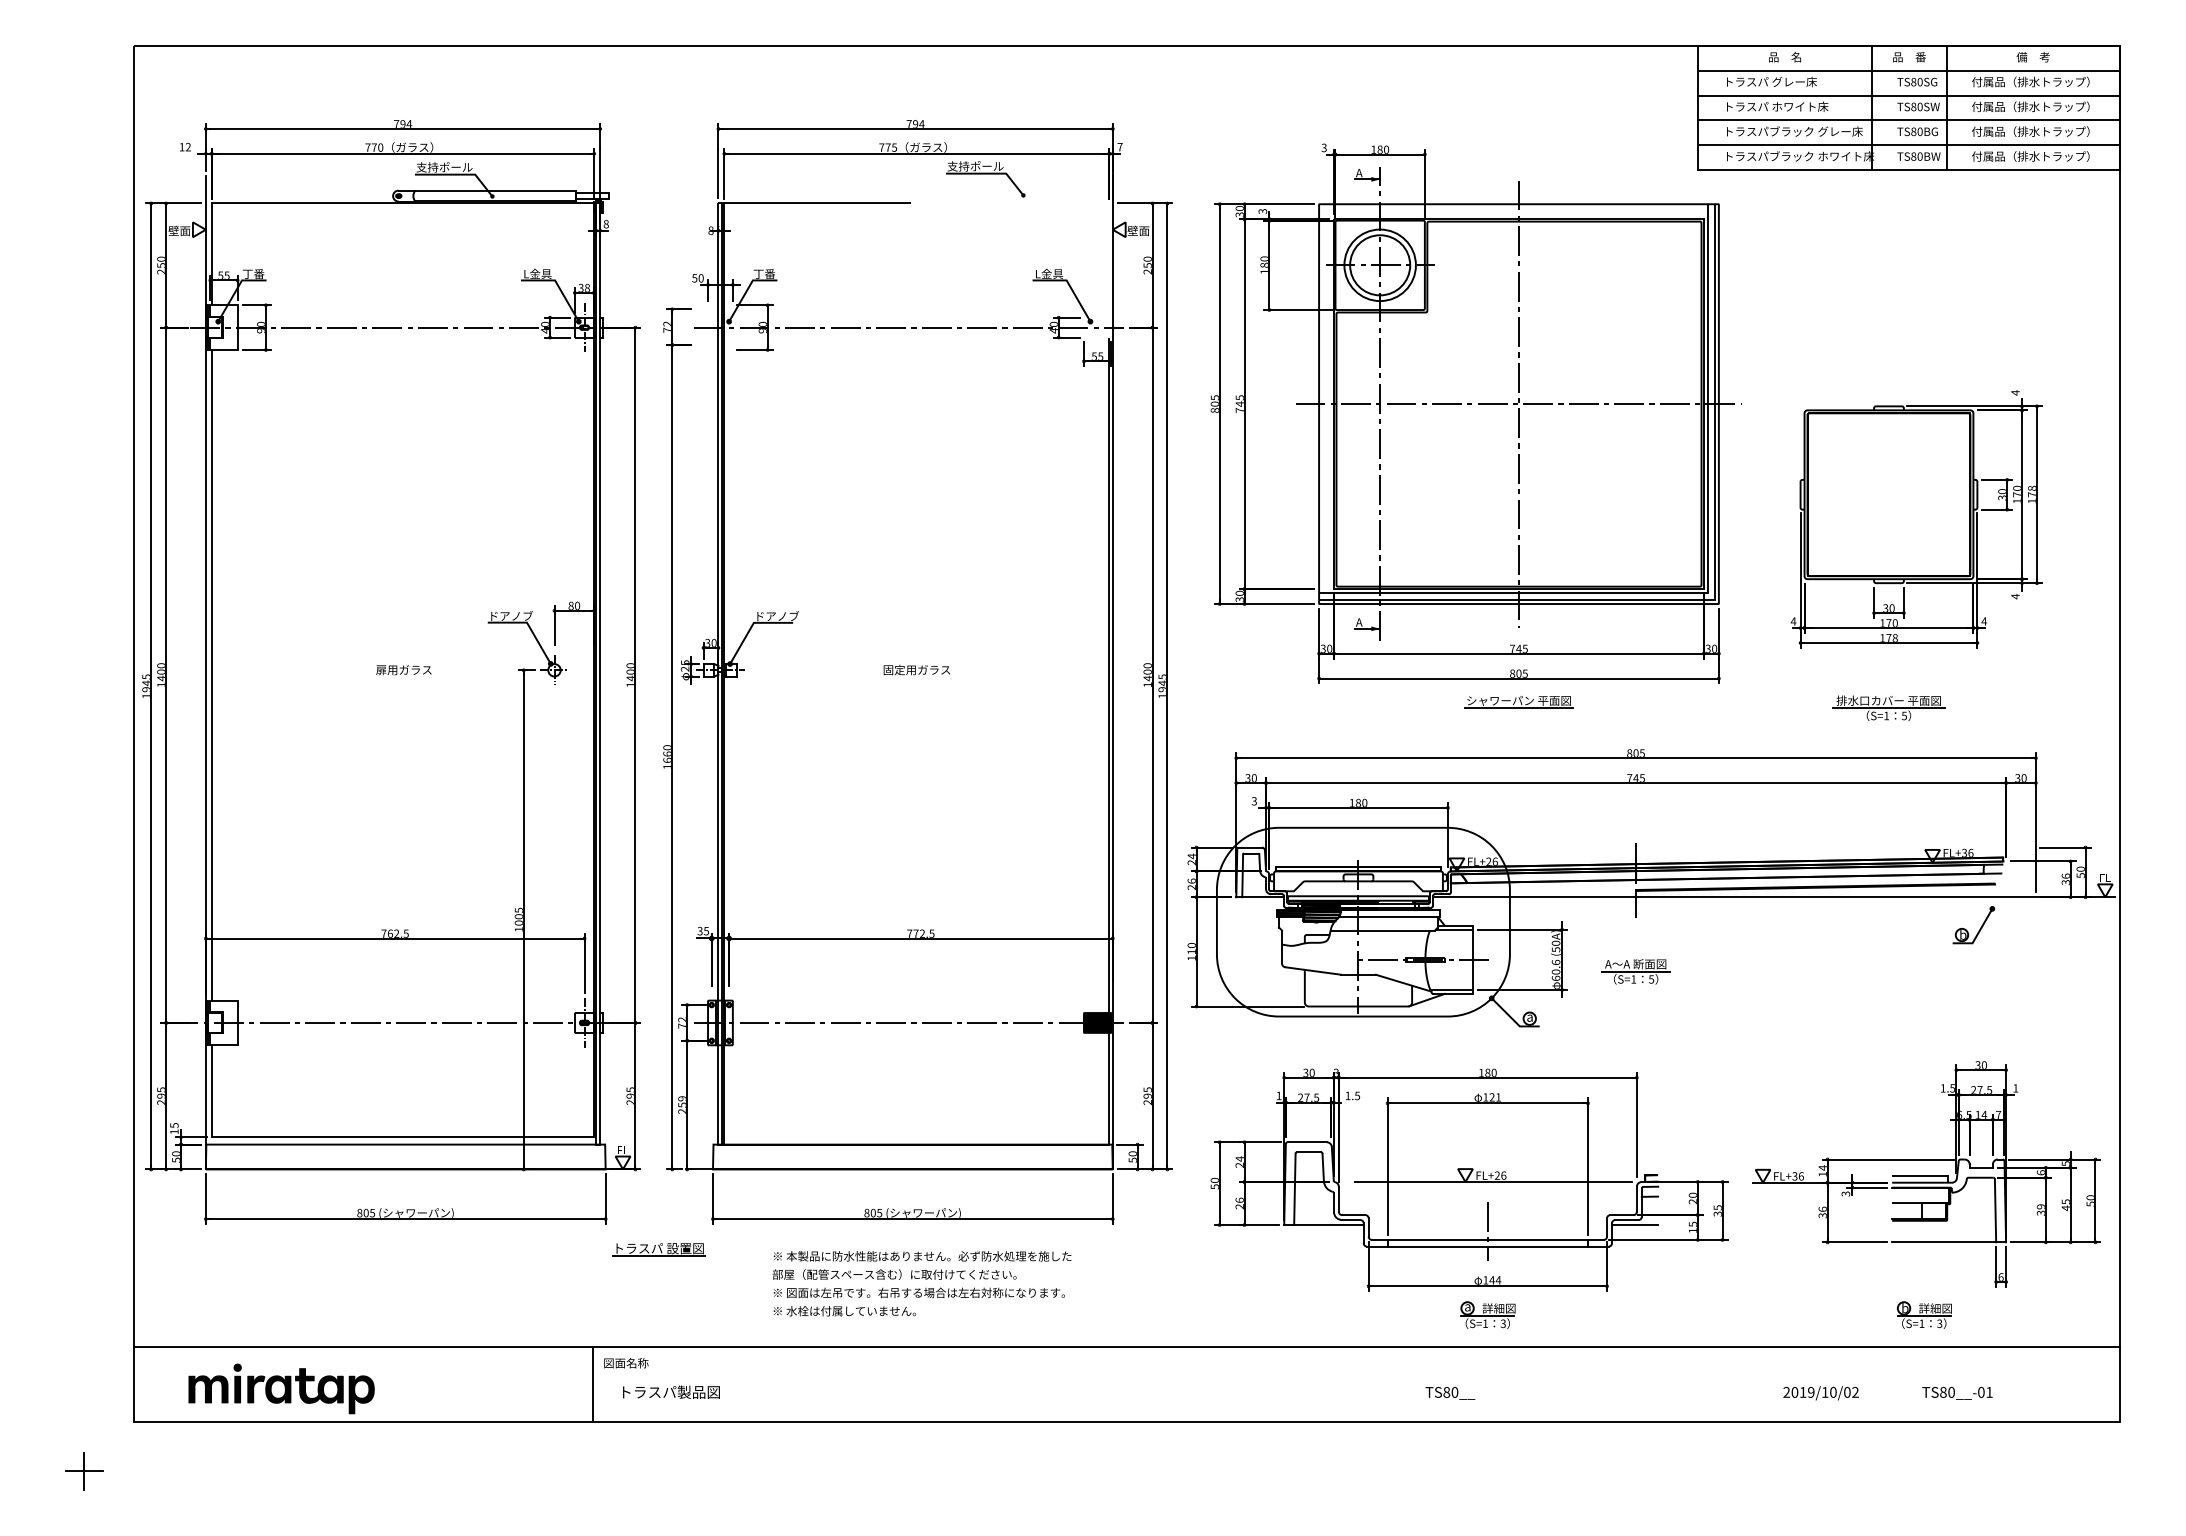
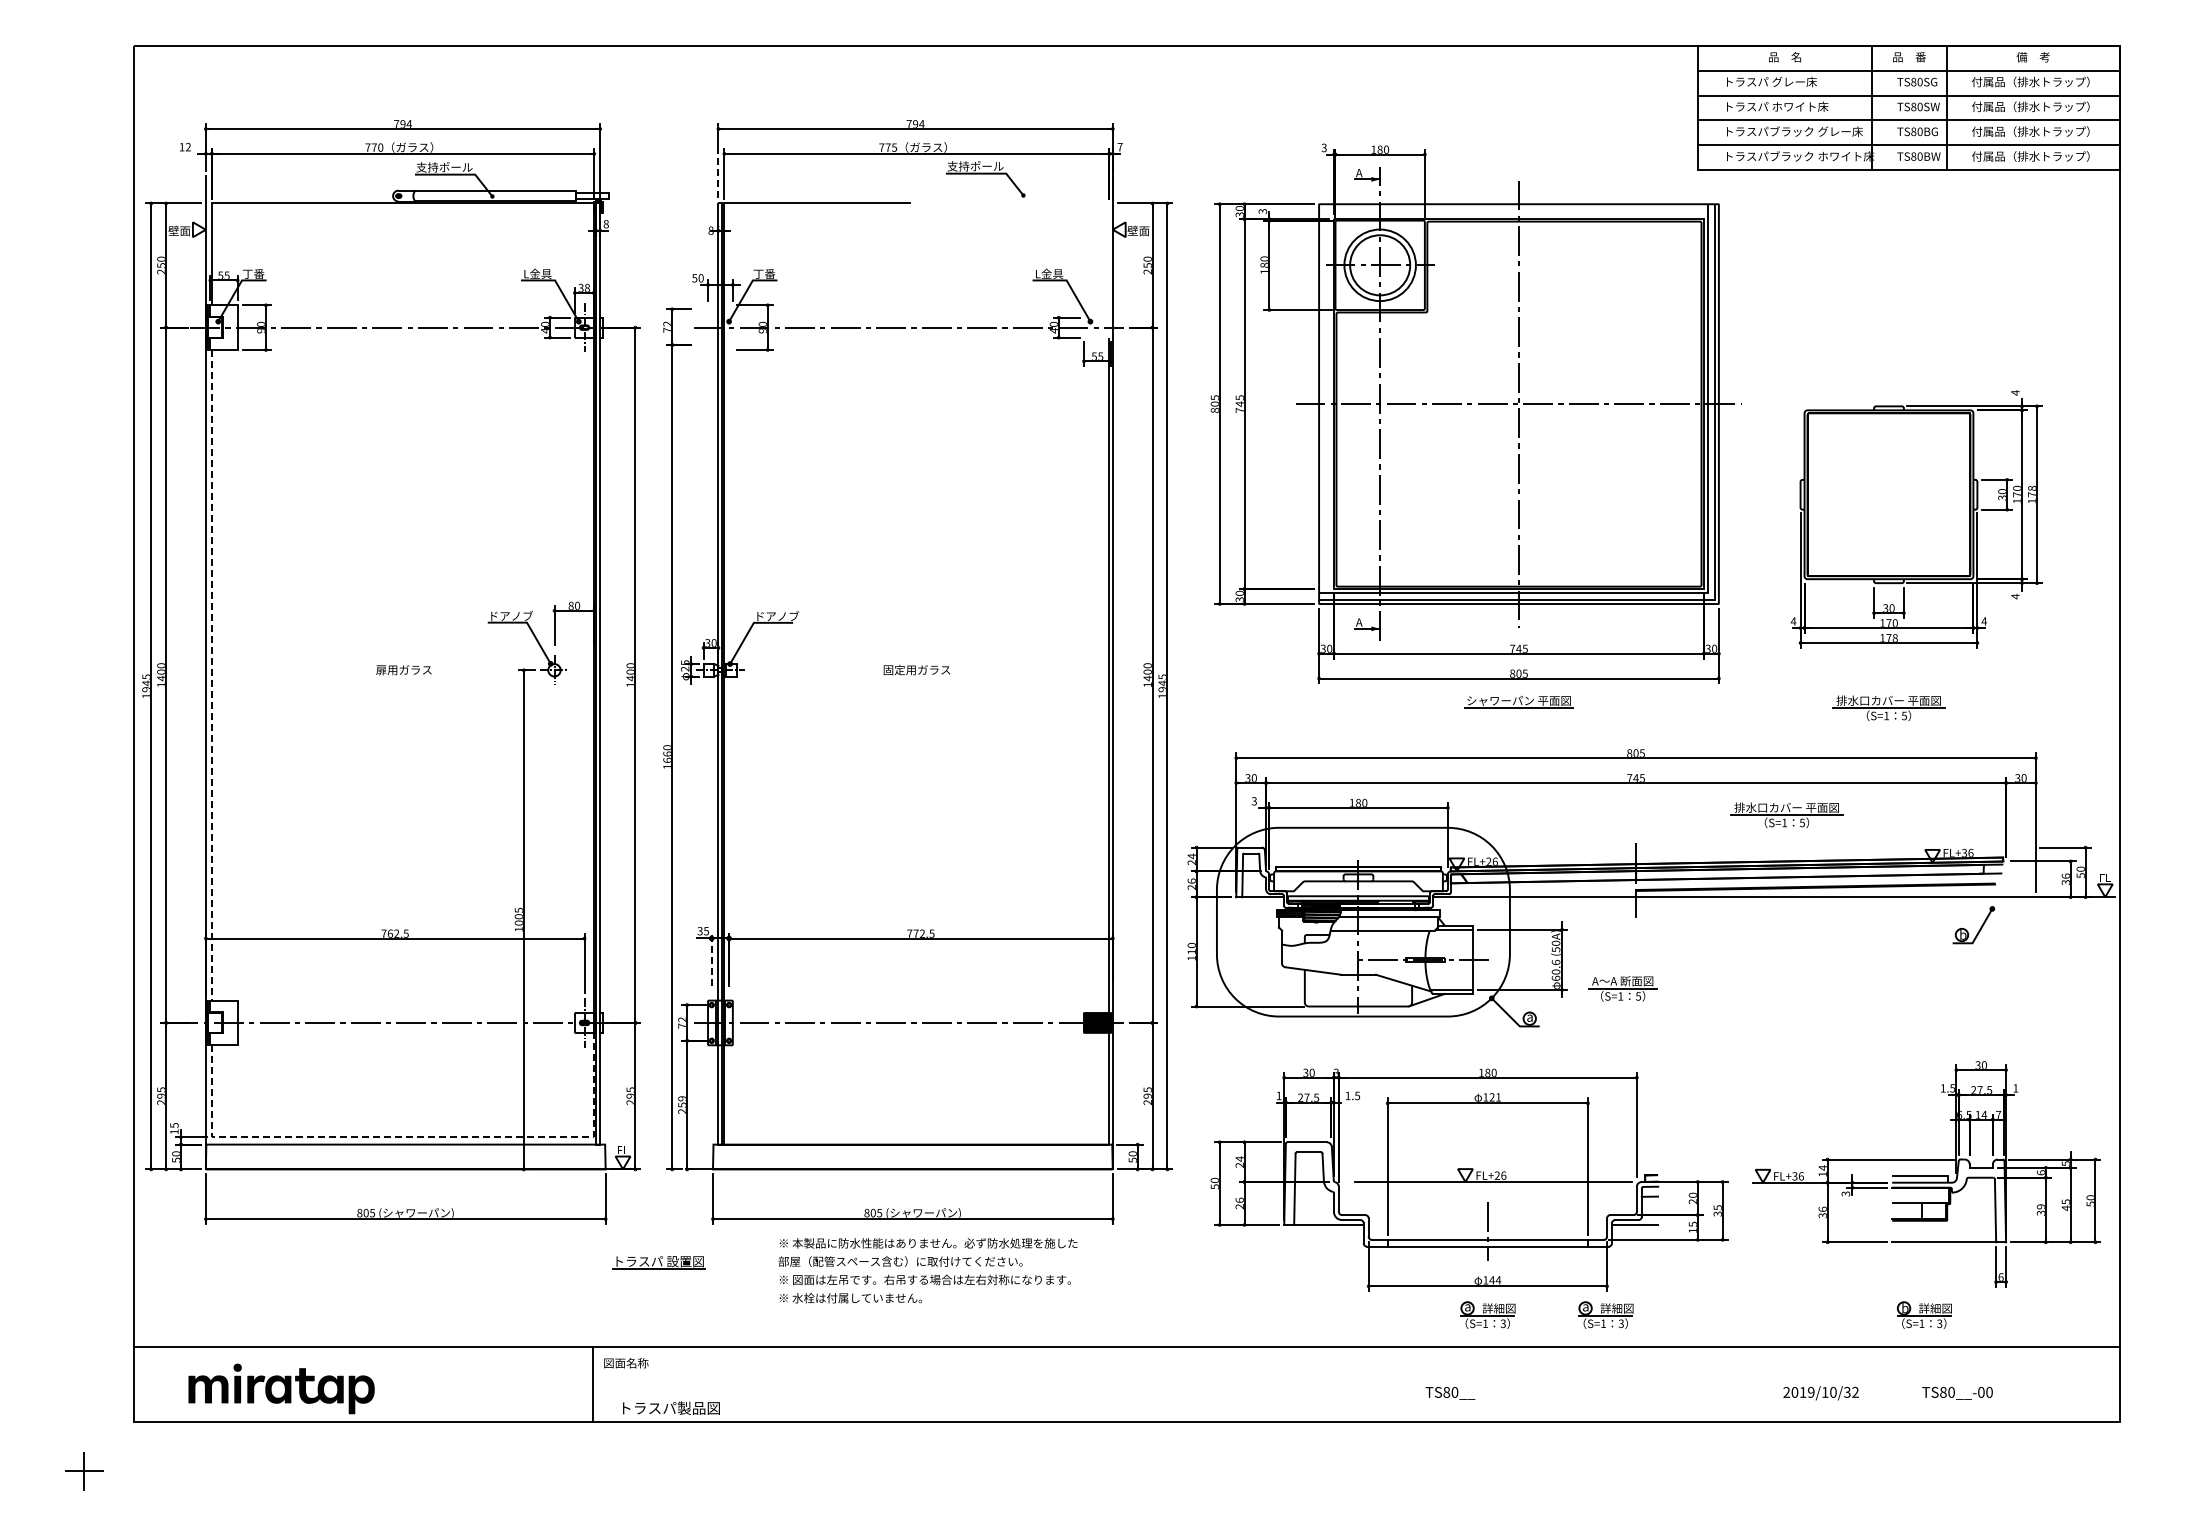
line at (718, 173): solid -> dashed
line at (211, 675): solid -> dashed
part at (1786, 814): none -> present
line at (711, 959): solid -> dashed
part at (1635, 971) position: (1635, 971) -> (1622, 988)
line at (420, 1137): solid -> dashed
part at (658, 1249) position: (658, 1249) -> (658, 1262)
text at (921, 1283) position: (921, 1283) -> (927, 1270)
part at (1605, 1314): none -> present
text at (671, 1391) position: (671, 1391) -> (671, 1407)
text at (1989, 1391): TS80__-01 -> TS80__-00
text at (1847, 1392): 2019/10/02 -> 2019/10/32
